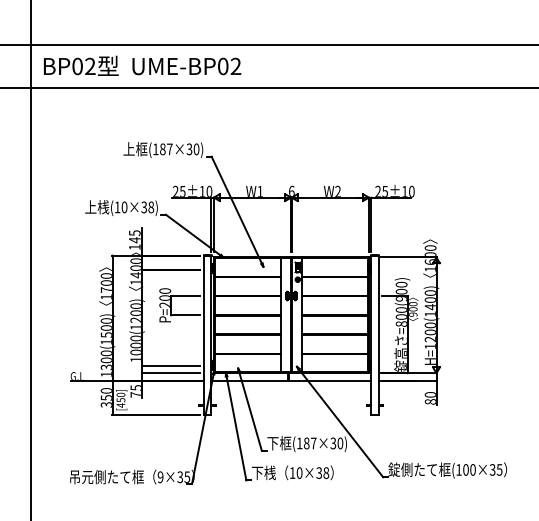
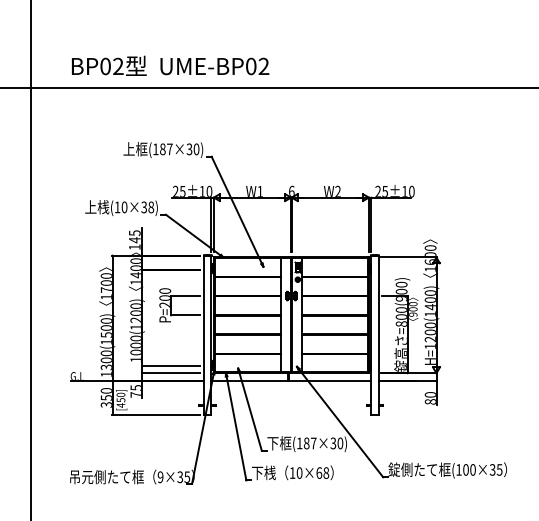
line at (268, 44): present -> none
text at (142, 65) position: (142, 65) -> (170, 65)
text at (319, 472): 10×38 -> 10×68
